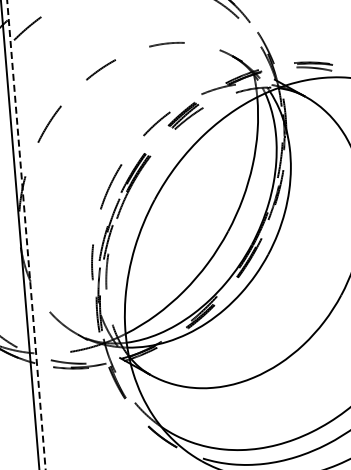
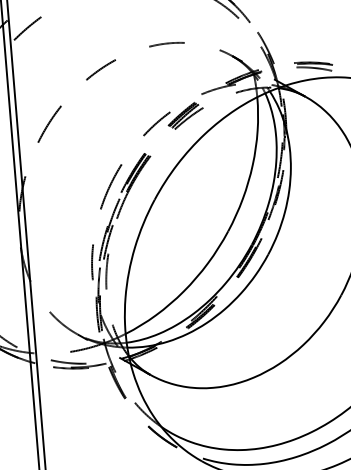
line at (26, 234): dashed -> solid
